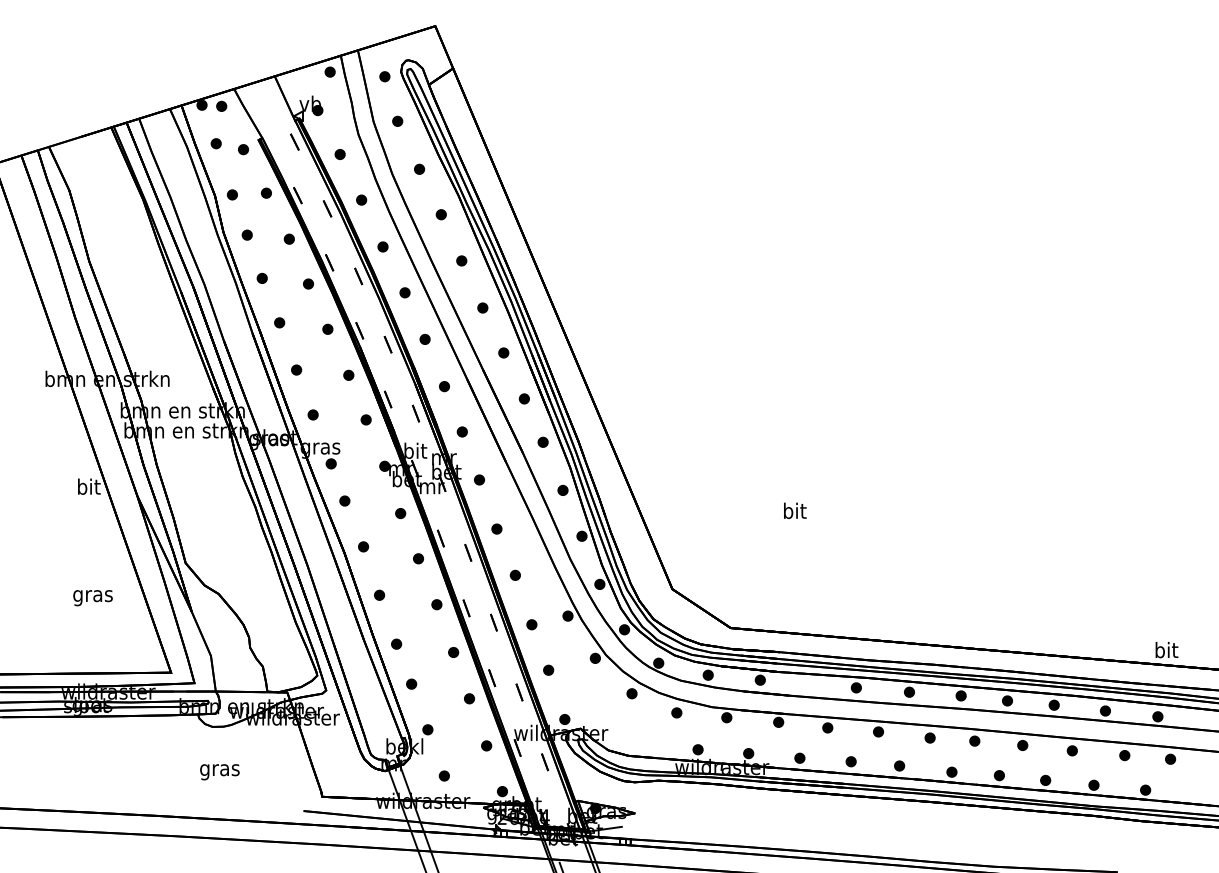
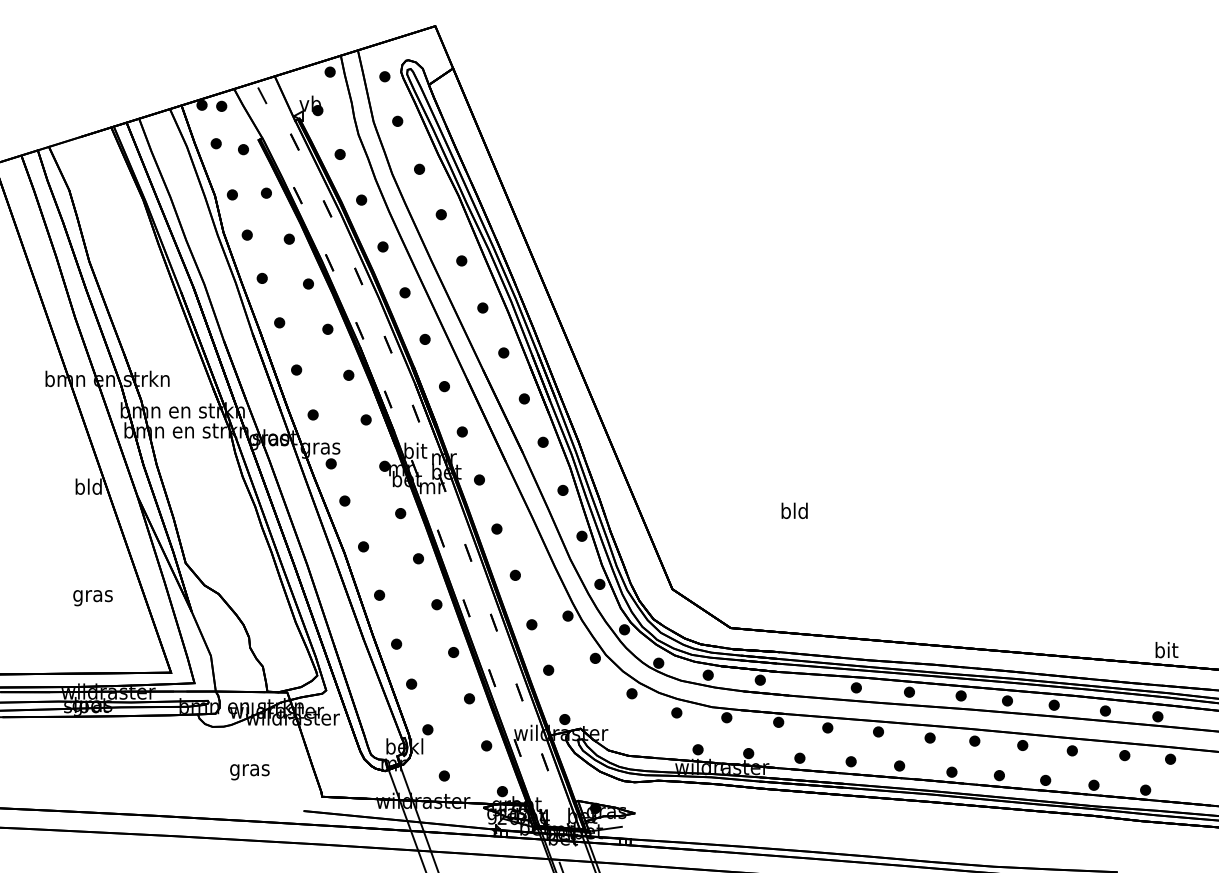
line at (260, 93): none -> present
text at (88, 486): bit -> bld
text at (794, 510): bit -> bld
text at (219, 772) position: (219, 772) -> (249, 772)
